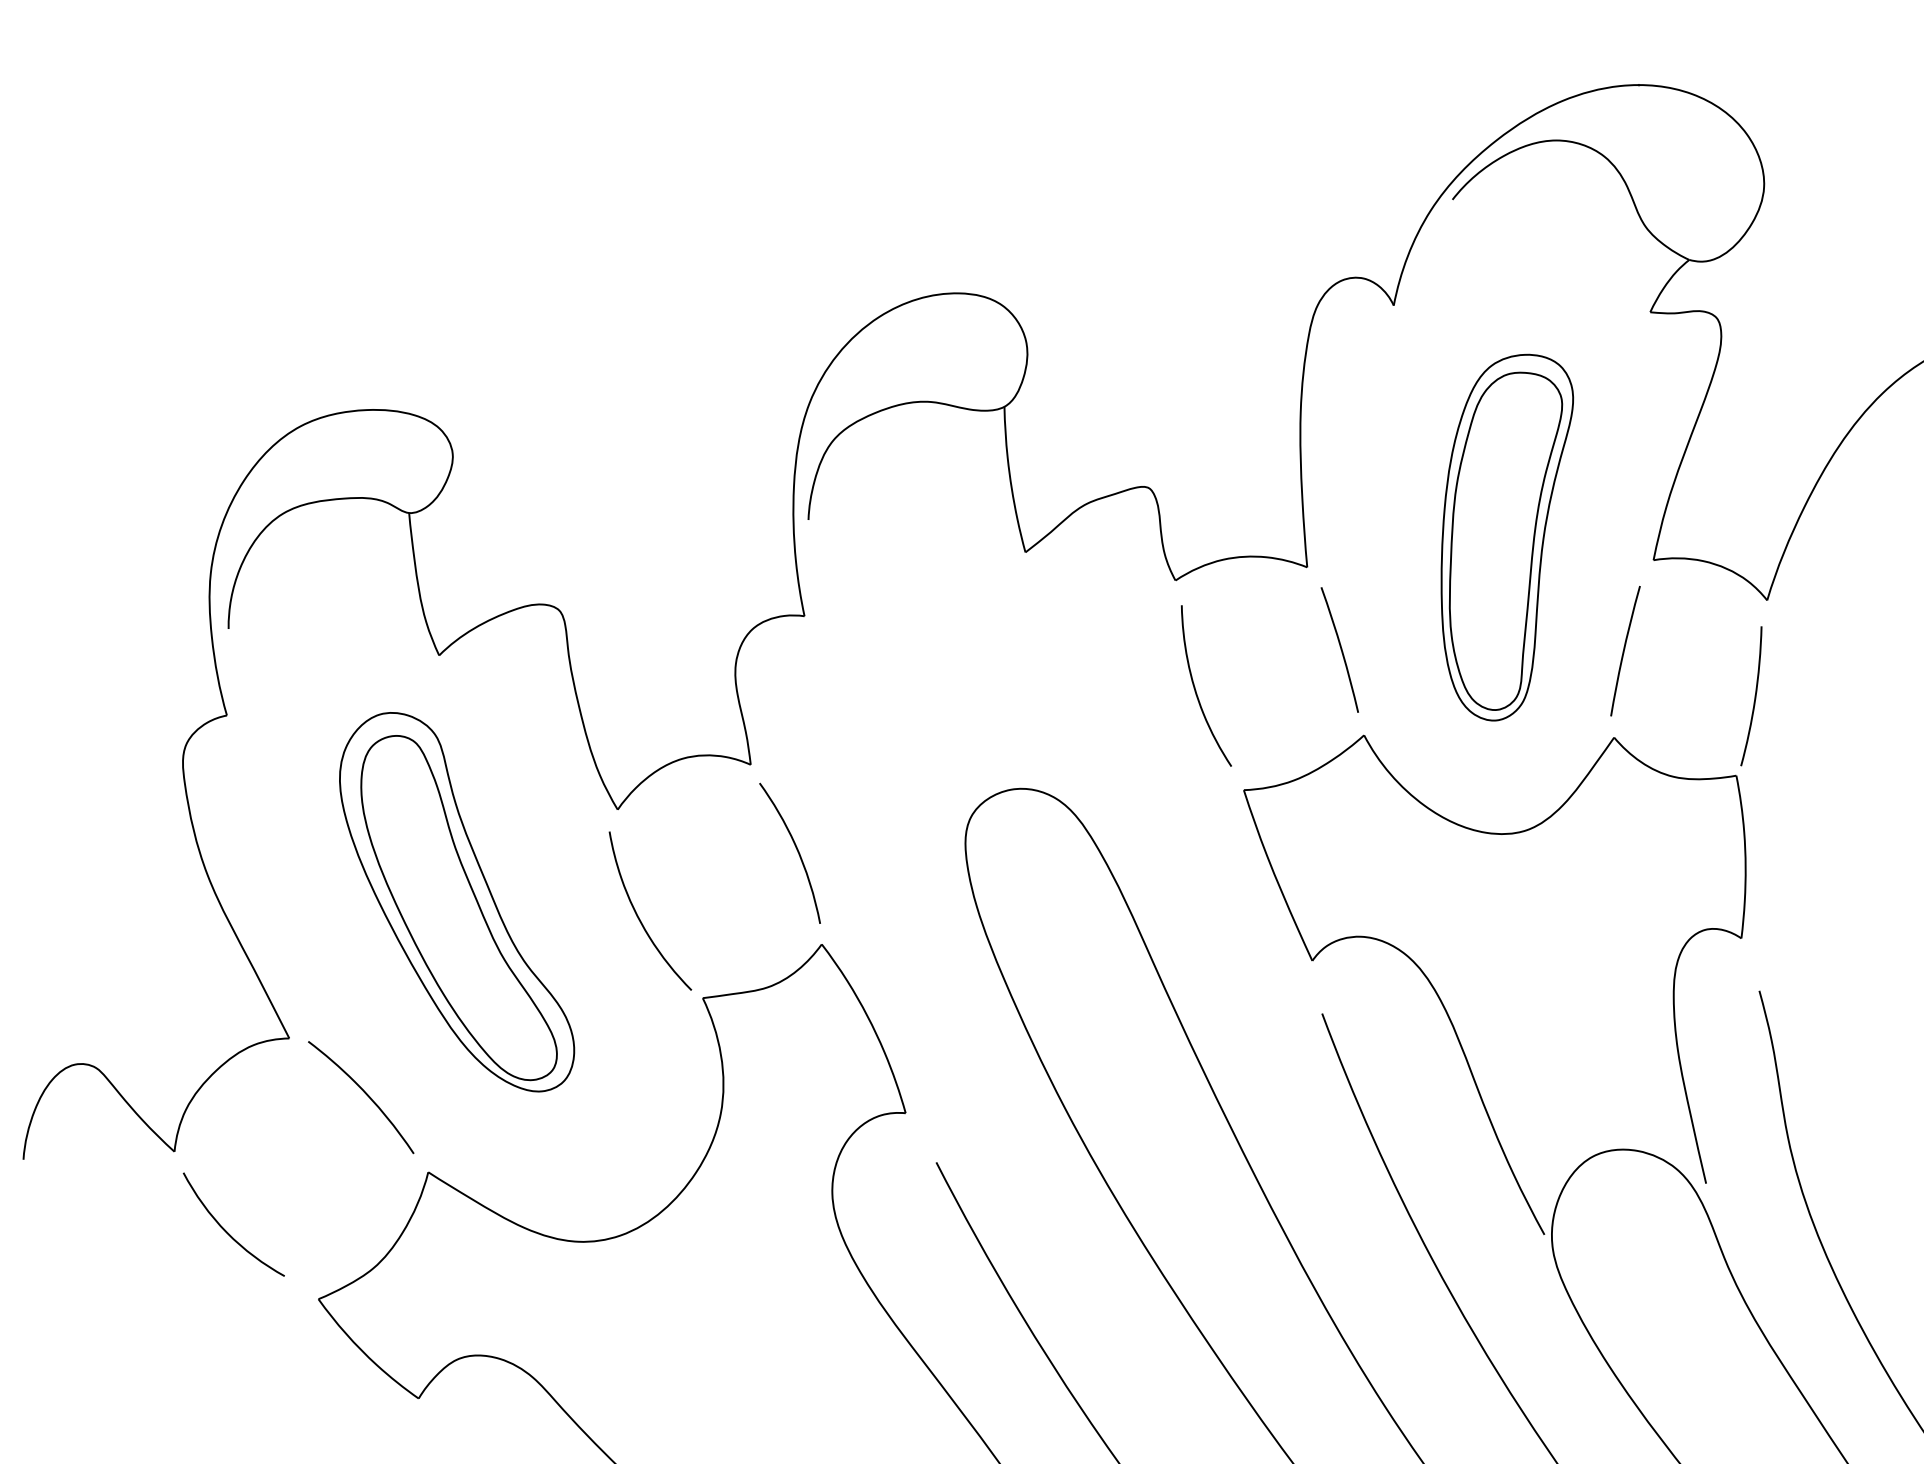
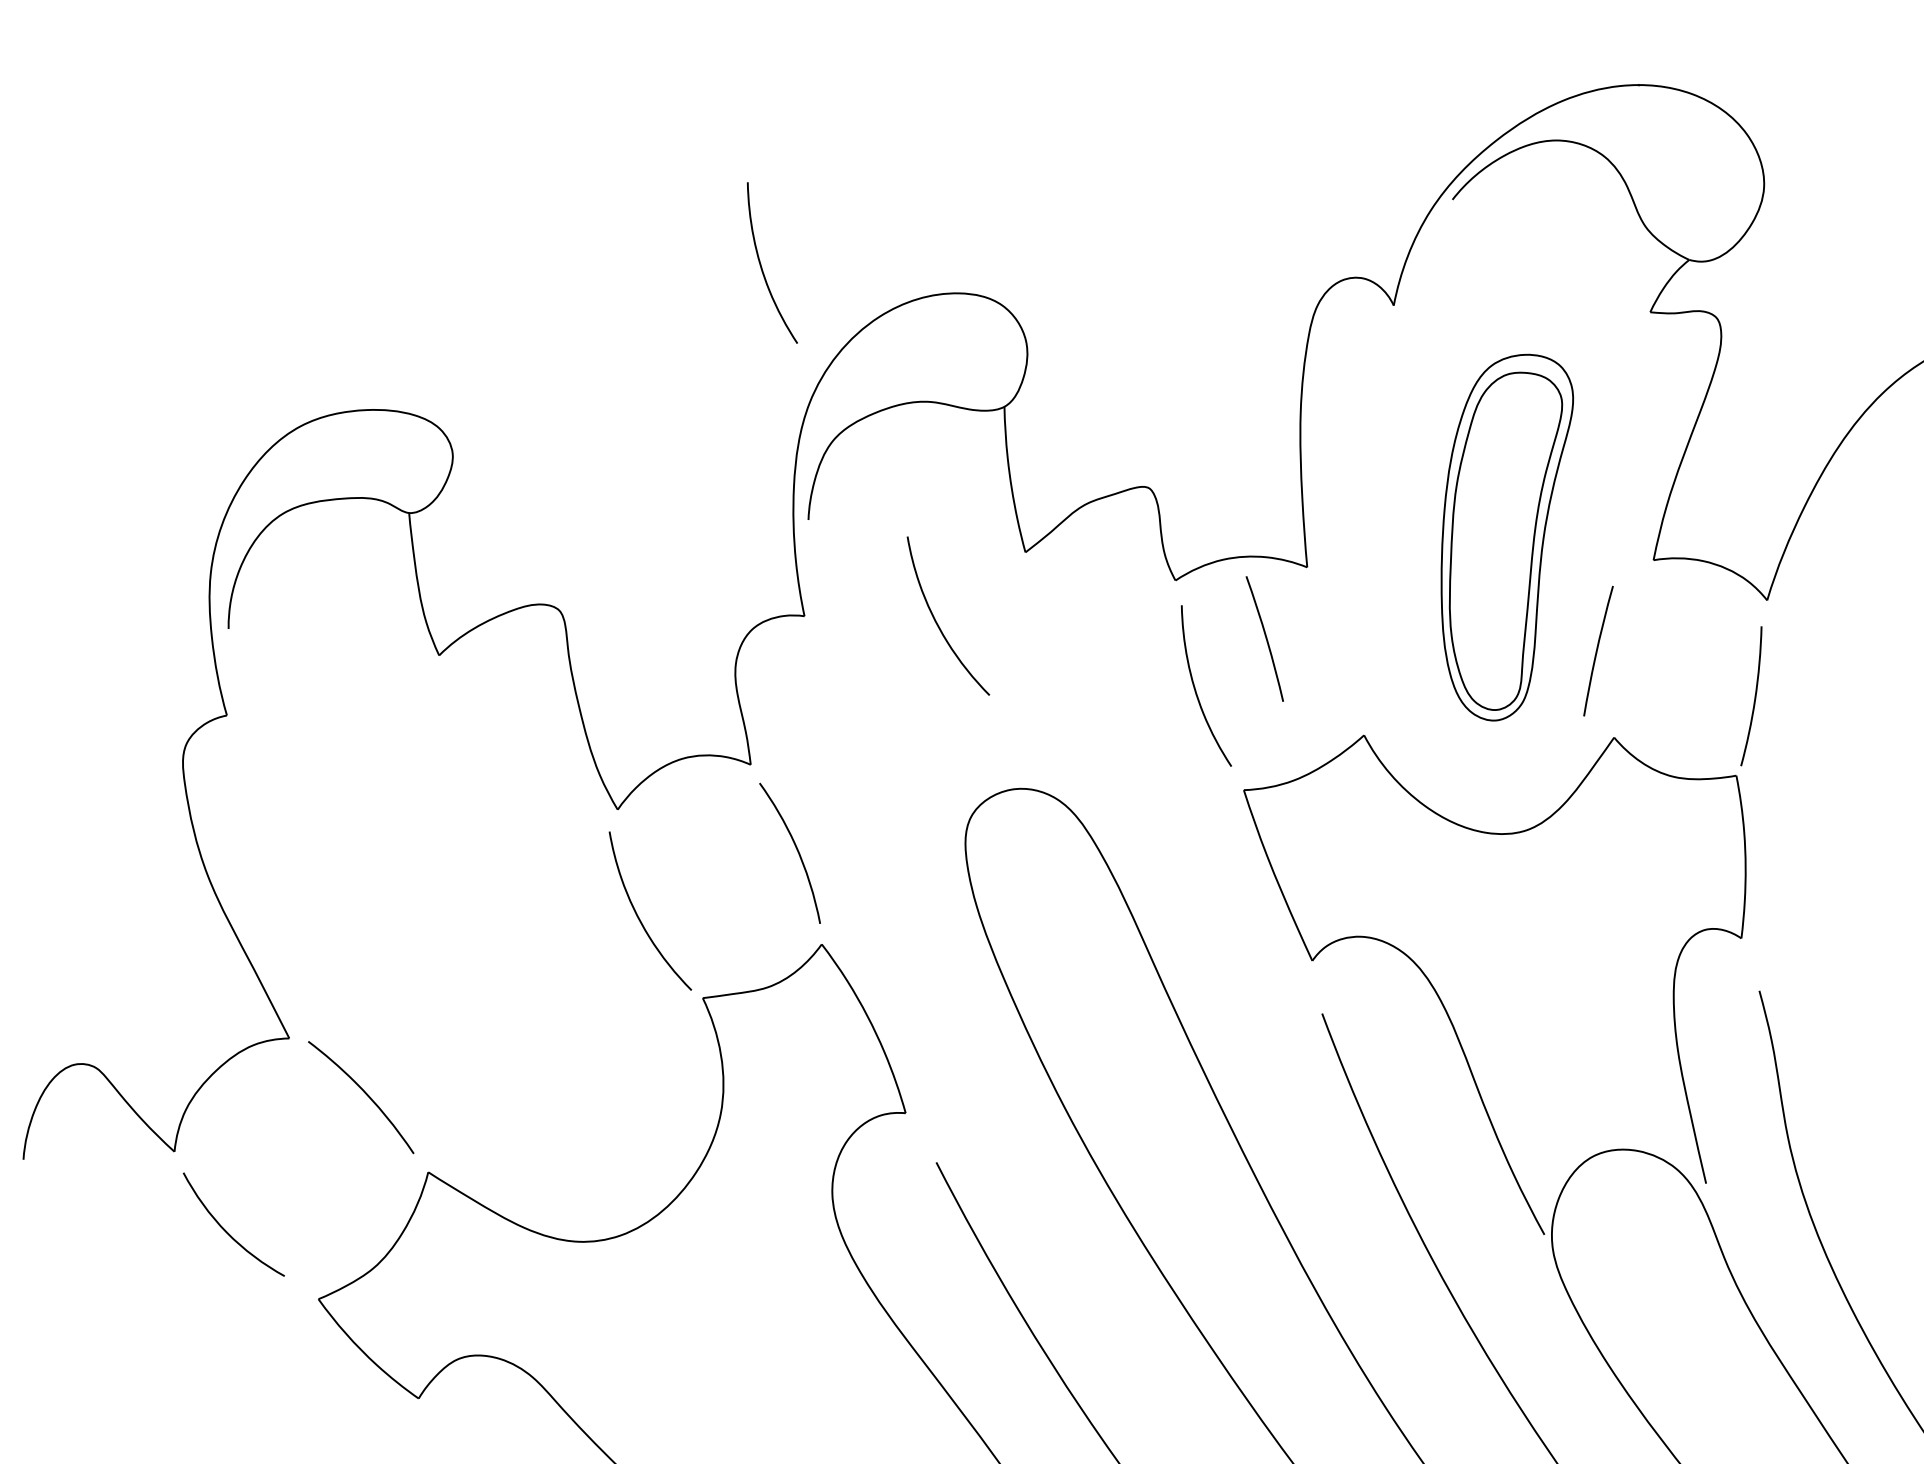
curve at (761, 263): none -> present
curve at (936, 620): none -> present
curve at (1340, 649) position: (1340, 649) -> (1265, 638)
curve at (1624, 651) position: (1624, 651) -> (1597, 651)
part at (457, 902): present -> none
